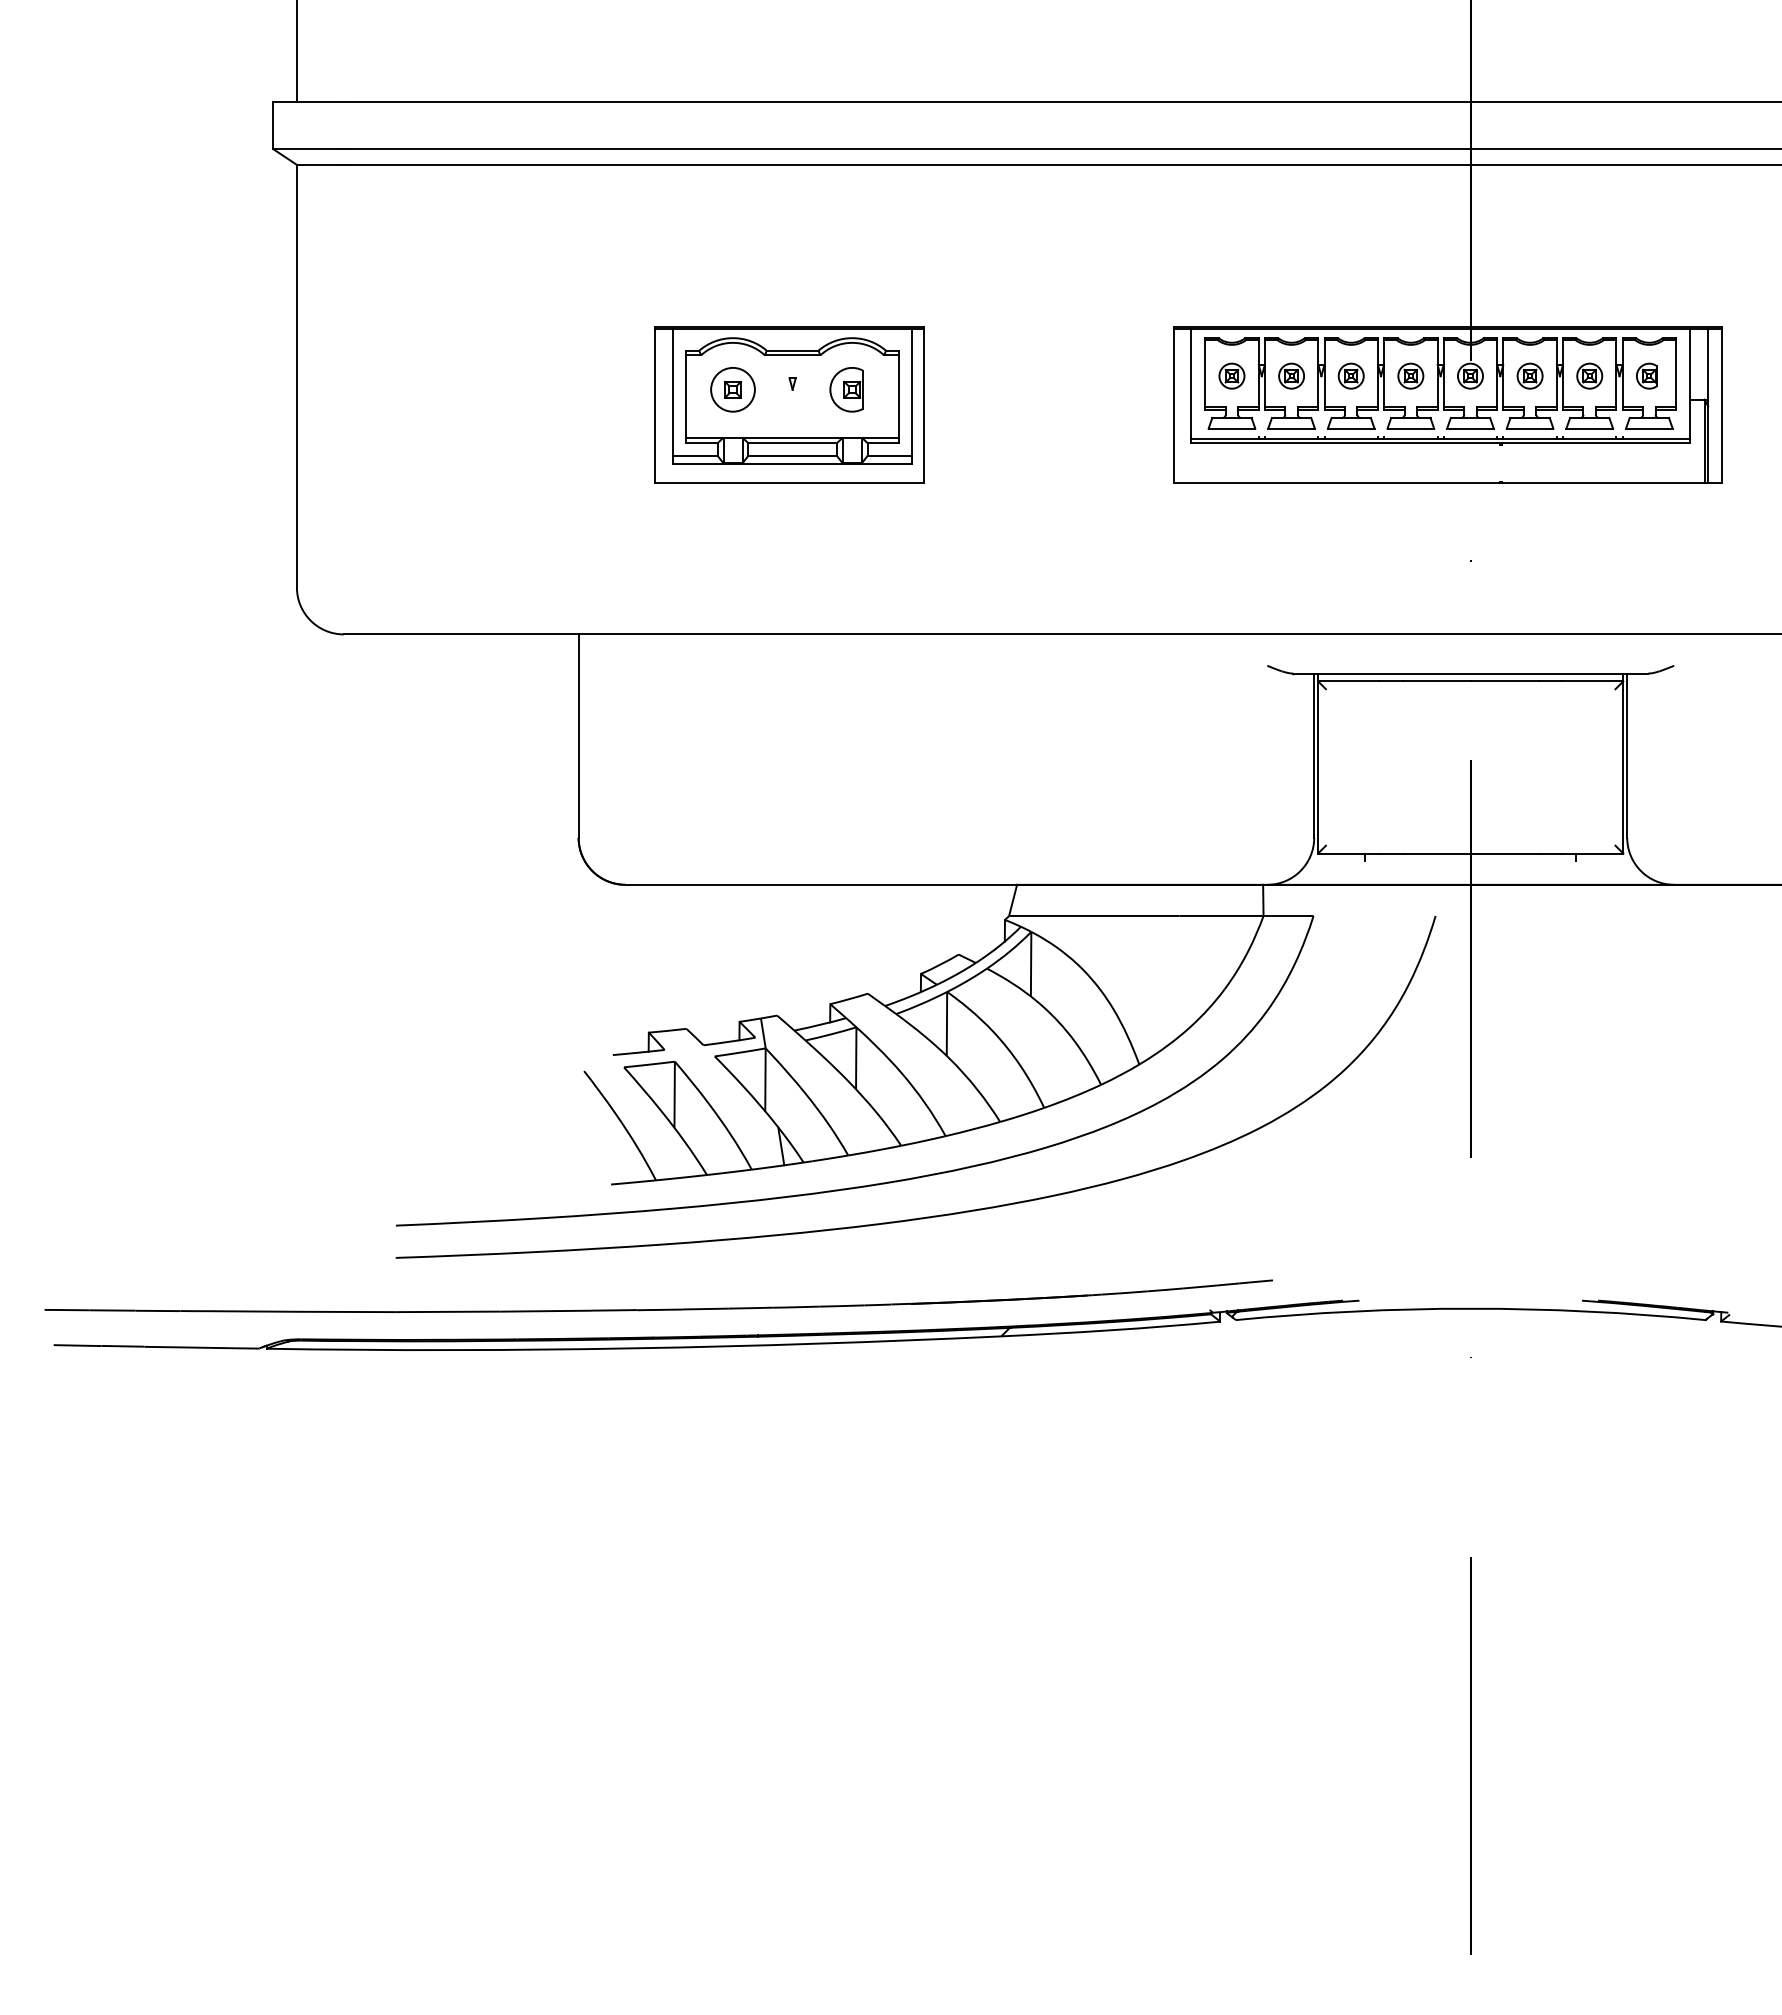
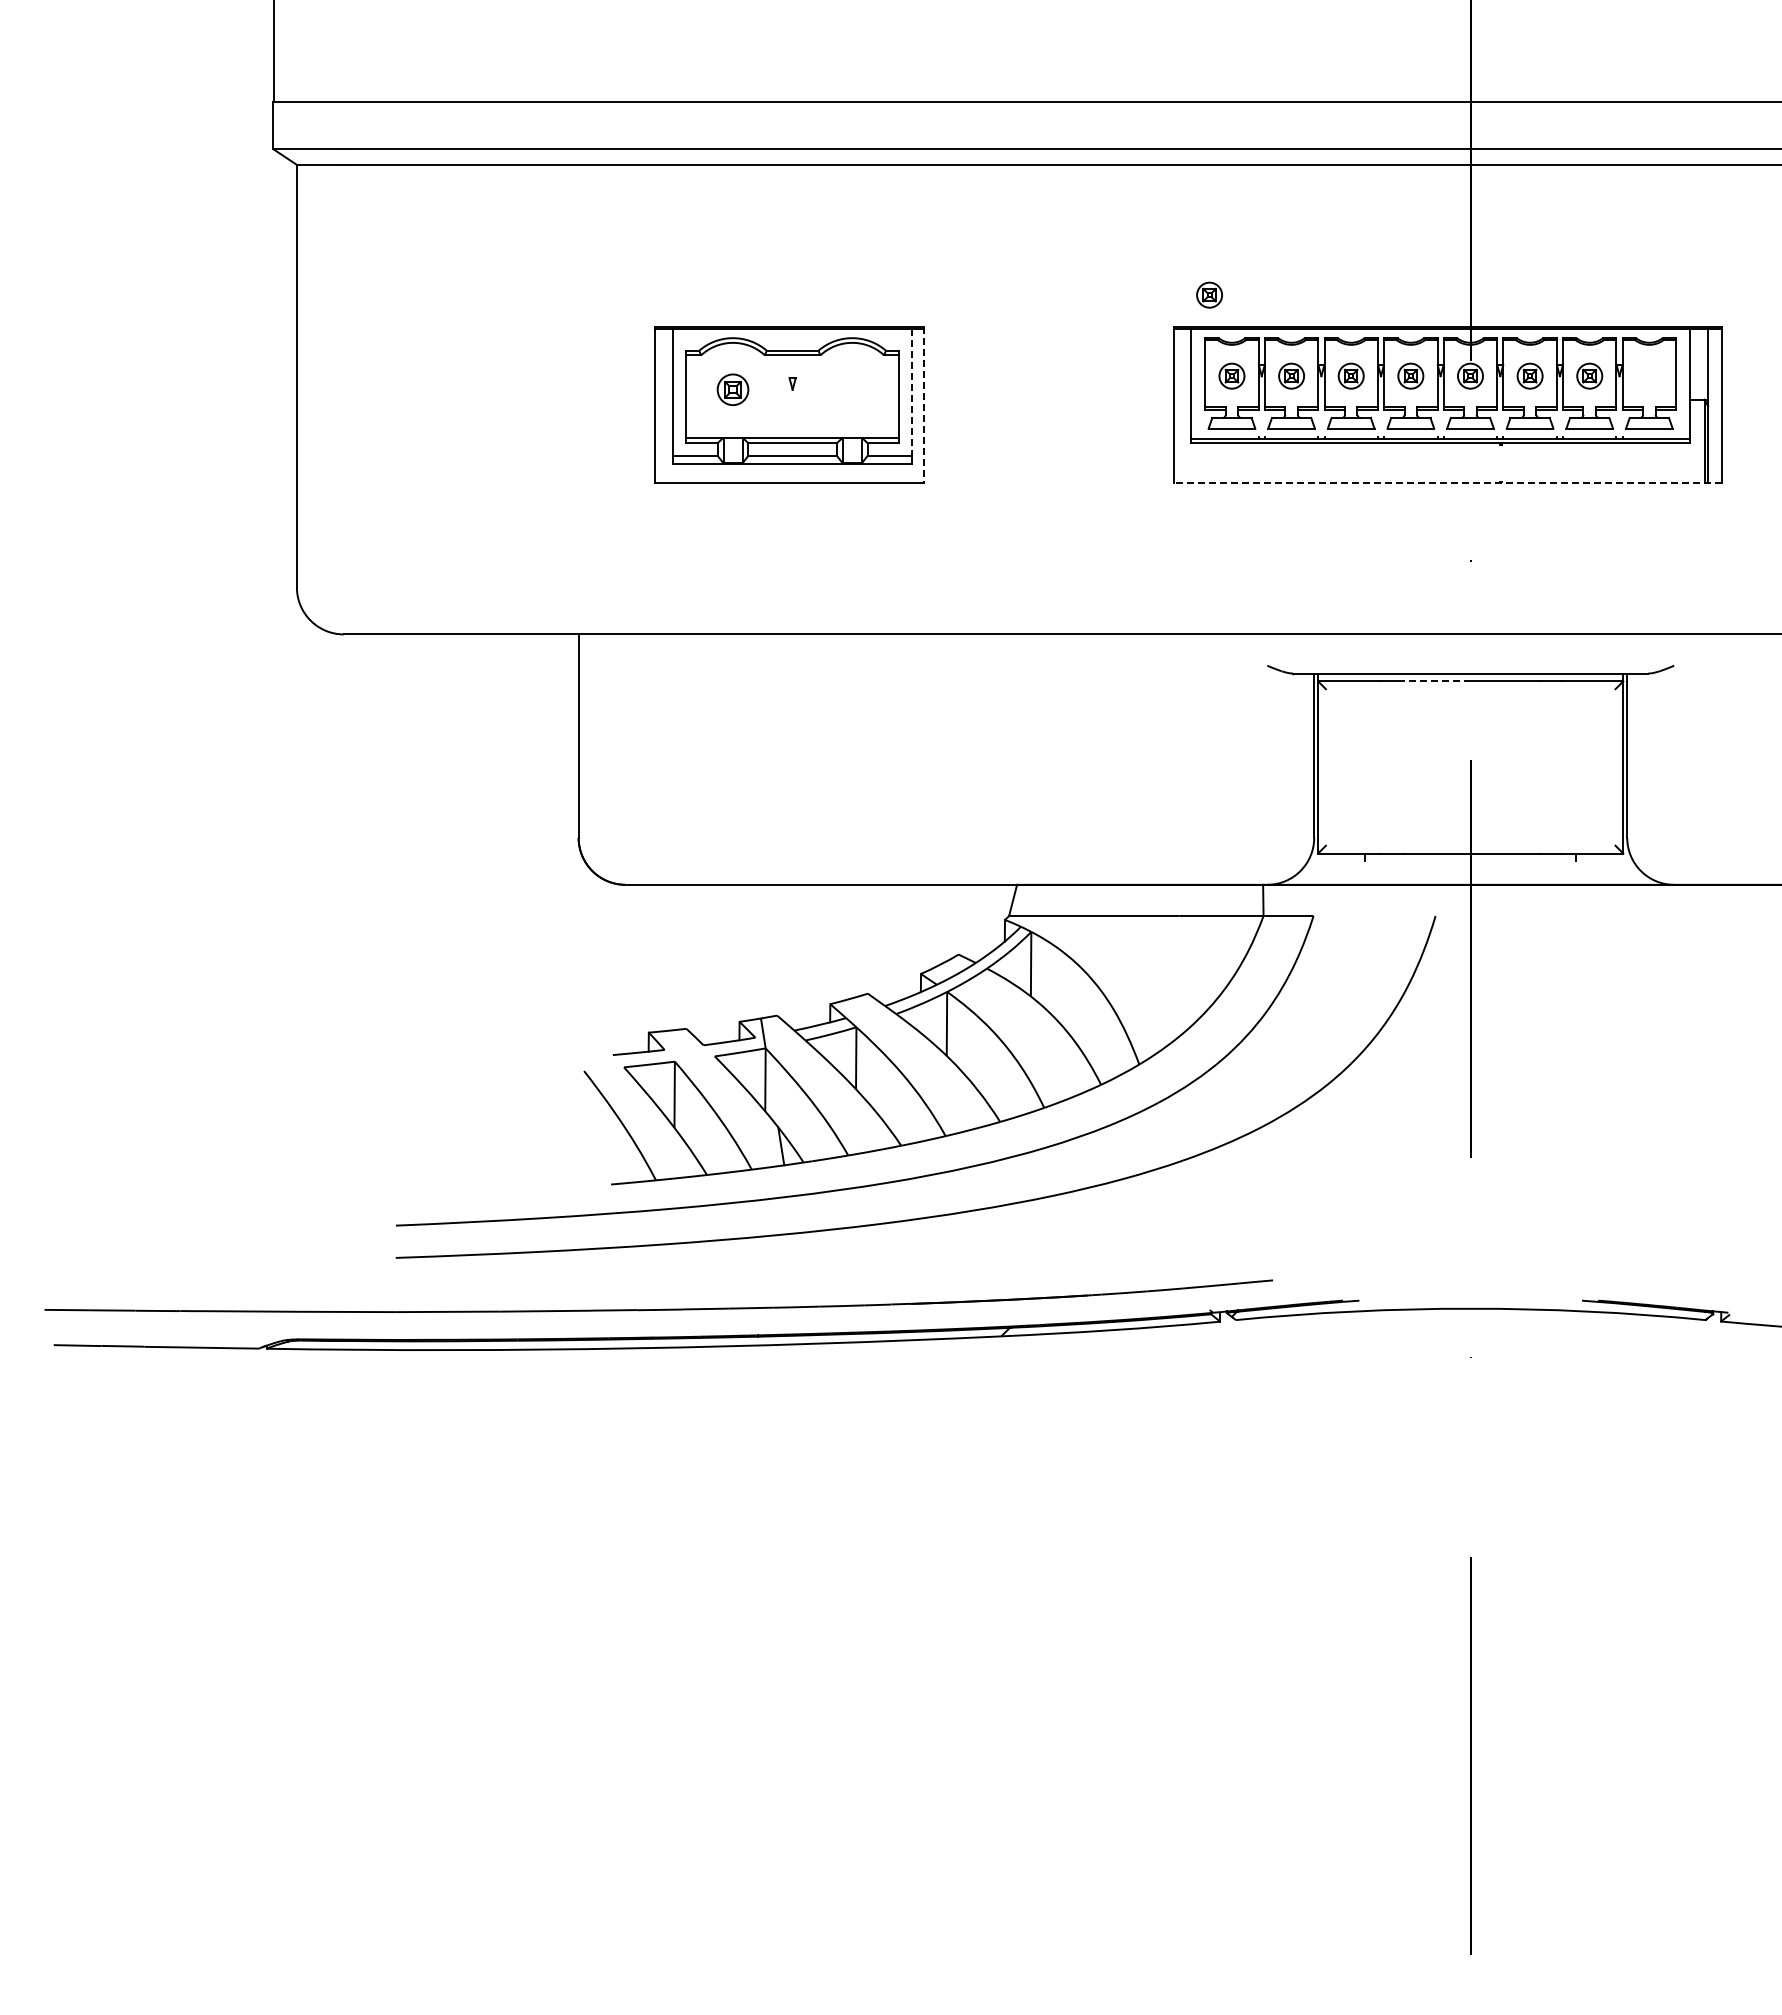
line at (296, 52) position: (296, 52) -> (273, 52)
part at (1209, 294): none -> present
part at (1646, 375): present -> none
circle at (732, 389) diameter: 44 px -> 31 px
part at (846, 389): present -> none
line at (911, 393): solid -> dashed
line at (923, 405): solid -> dashed
line at (1448, 483): solid -> dashed
line at (1436, 681): solid -> dashed
